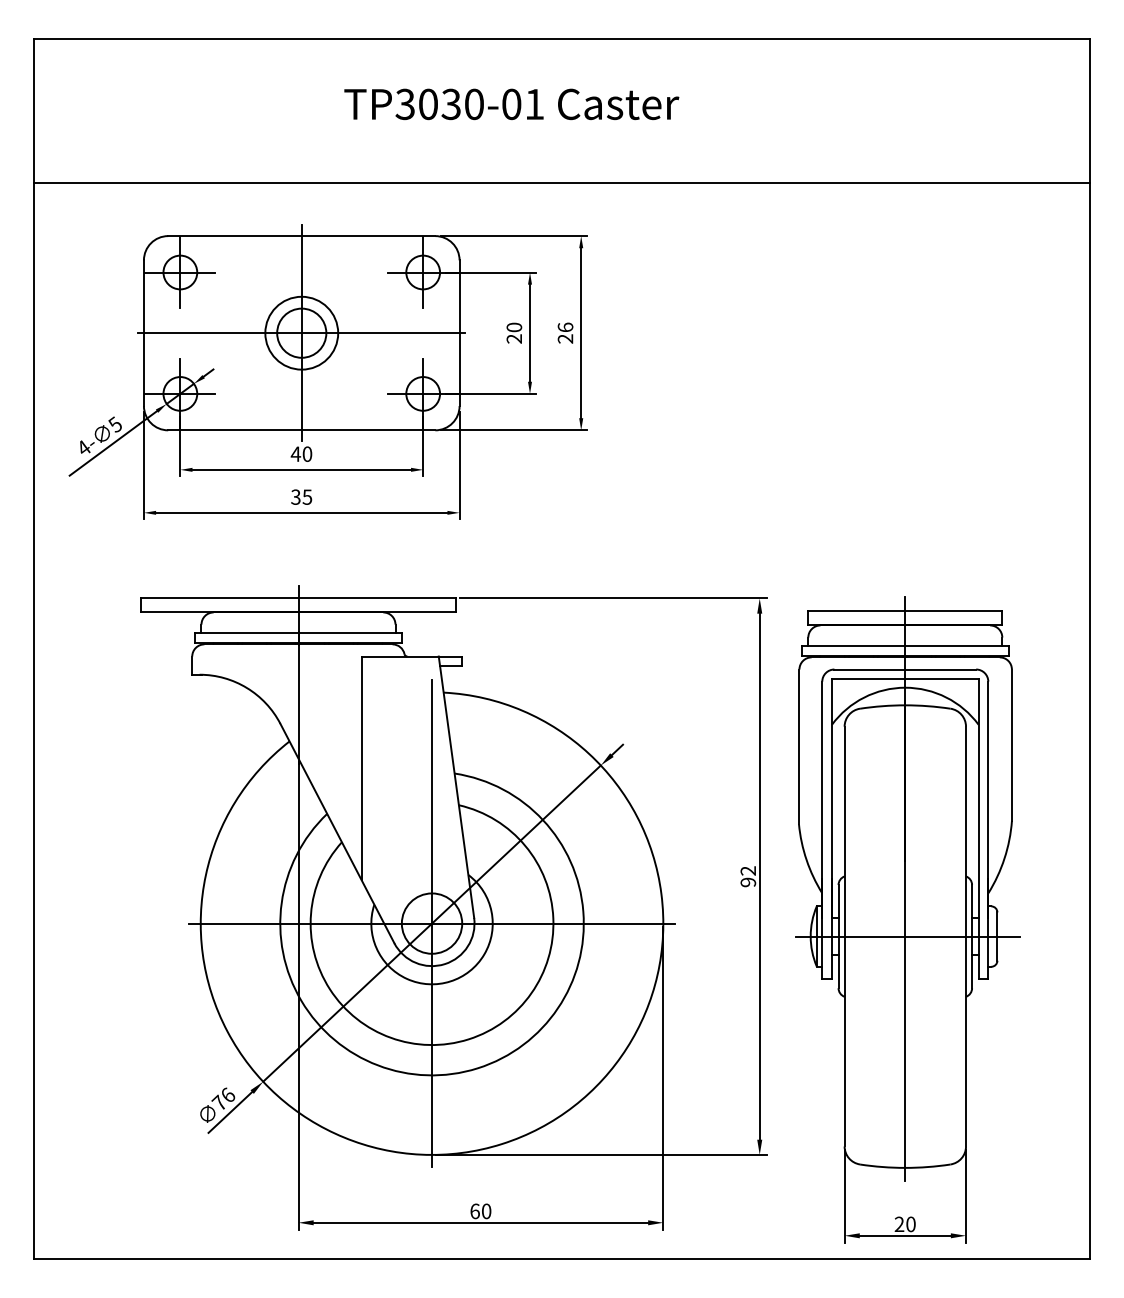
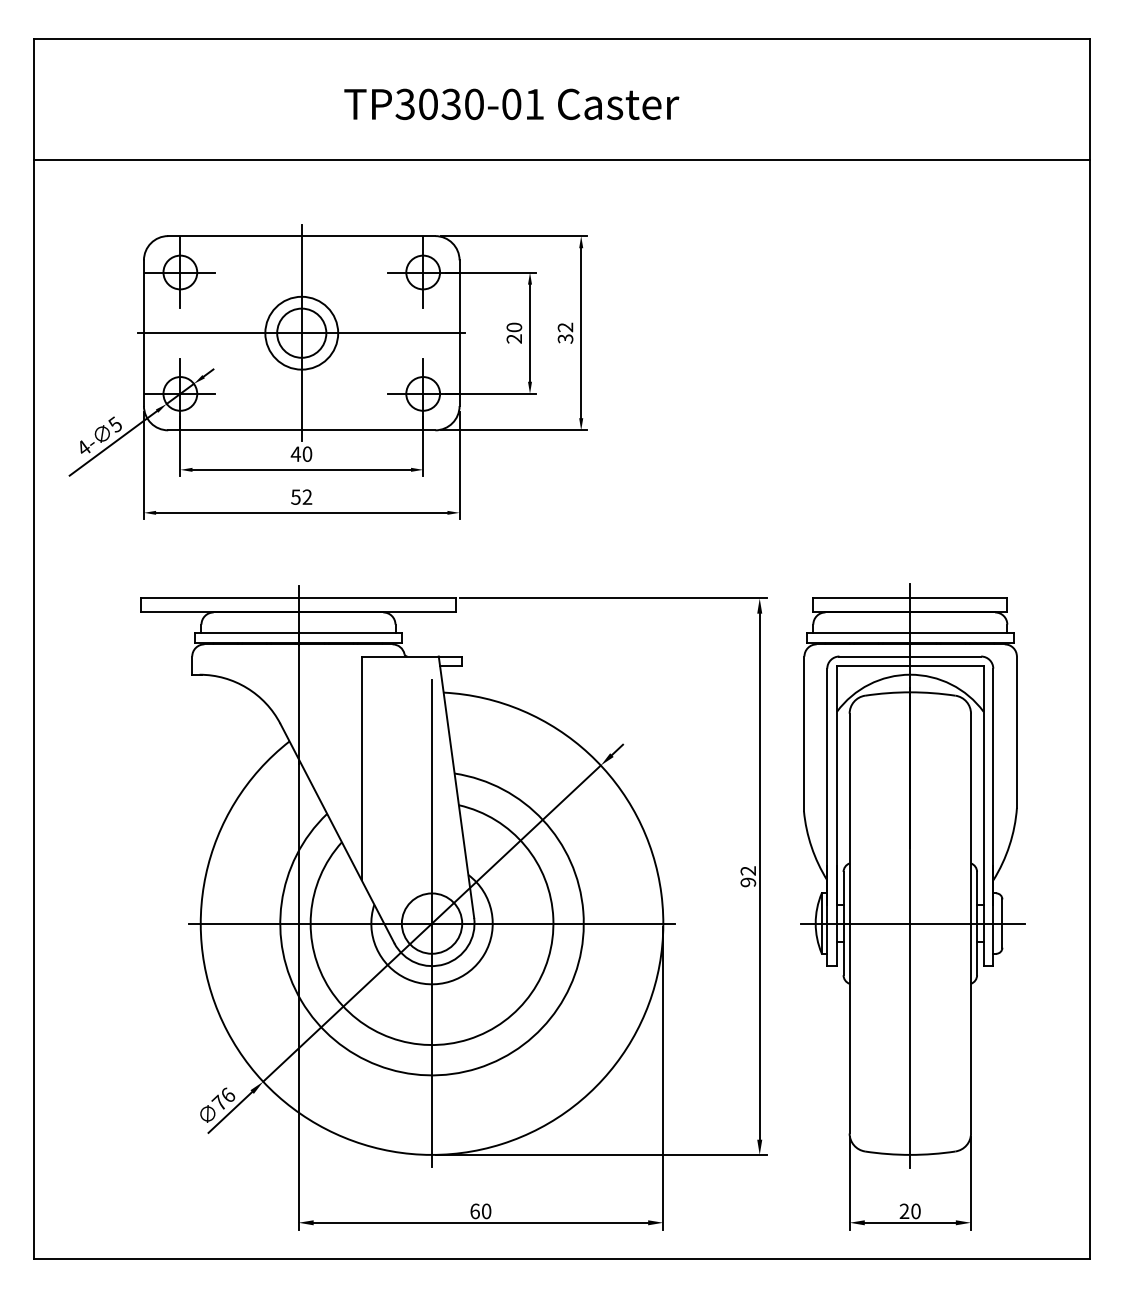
line at (561, 183) position: (561, 183) -> (561, 160)
text at (565, 332): 26 -> 32
text at (301, 496): 35 -> 52
part at (907, 919) position: (907, 919) -> (912, 906)
